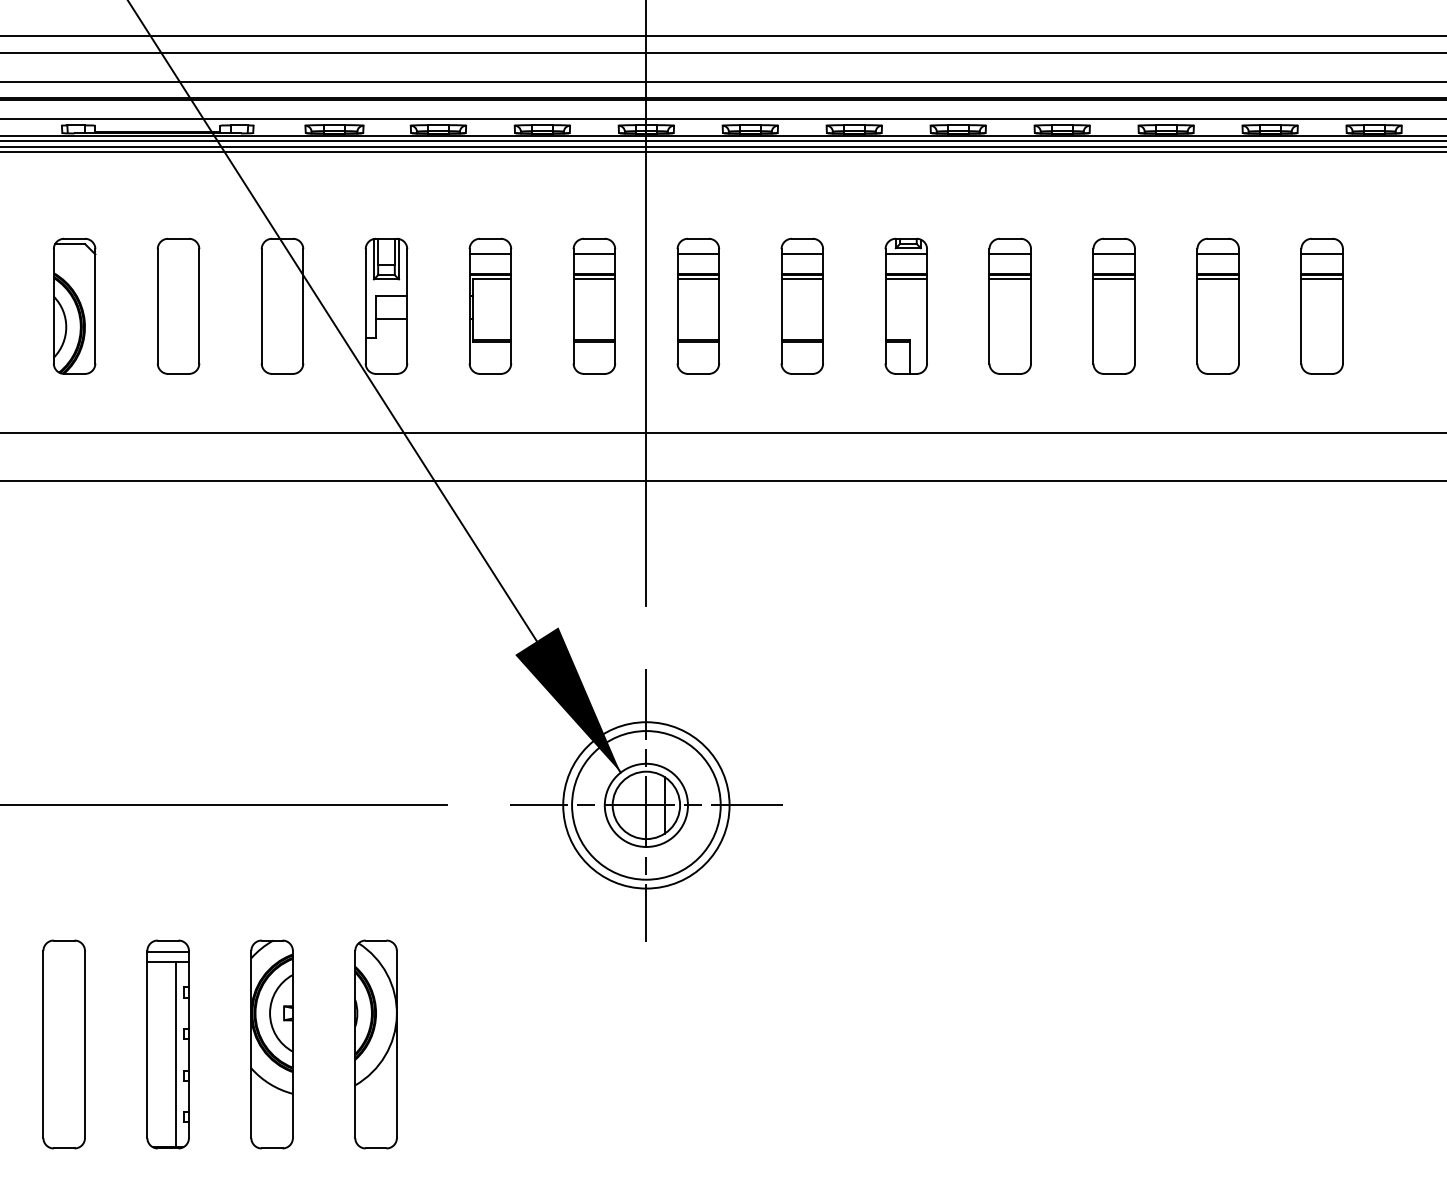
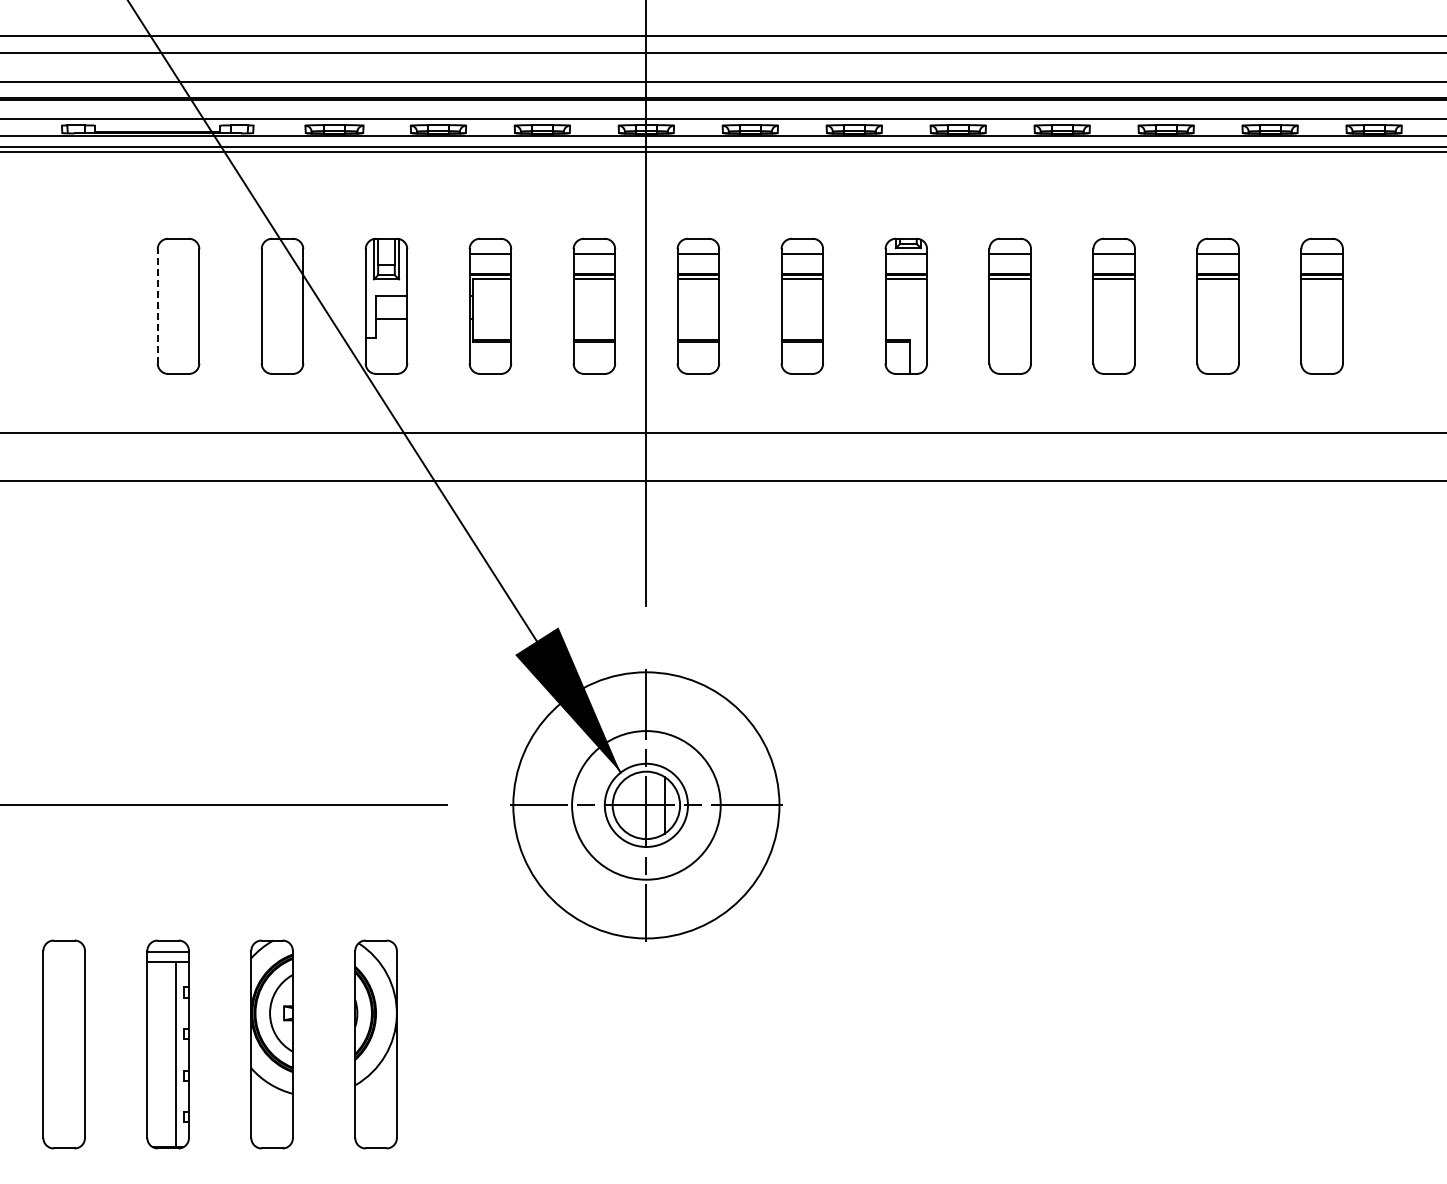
line at (722, 141): present -> none
part at (74, 305): present -> none
line at (157, 305): solid -> dashed
circle at (646, 805) diameter: 166 px -> 266 px
